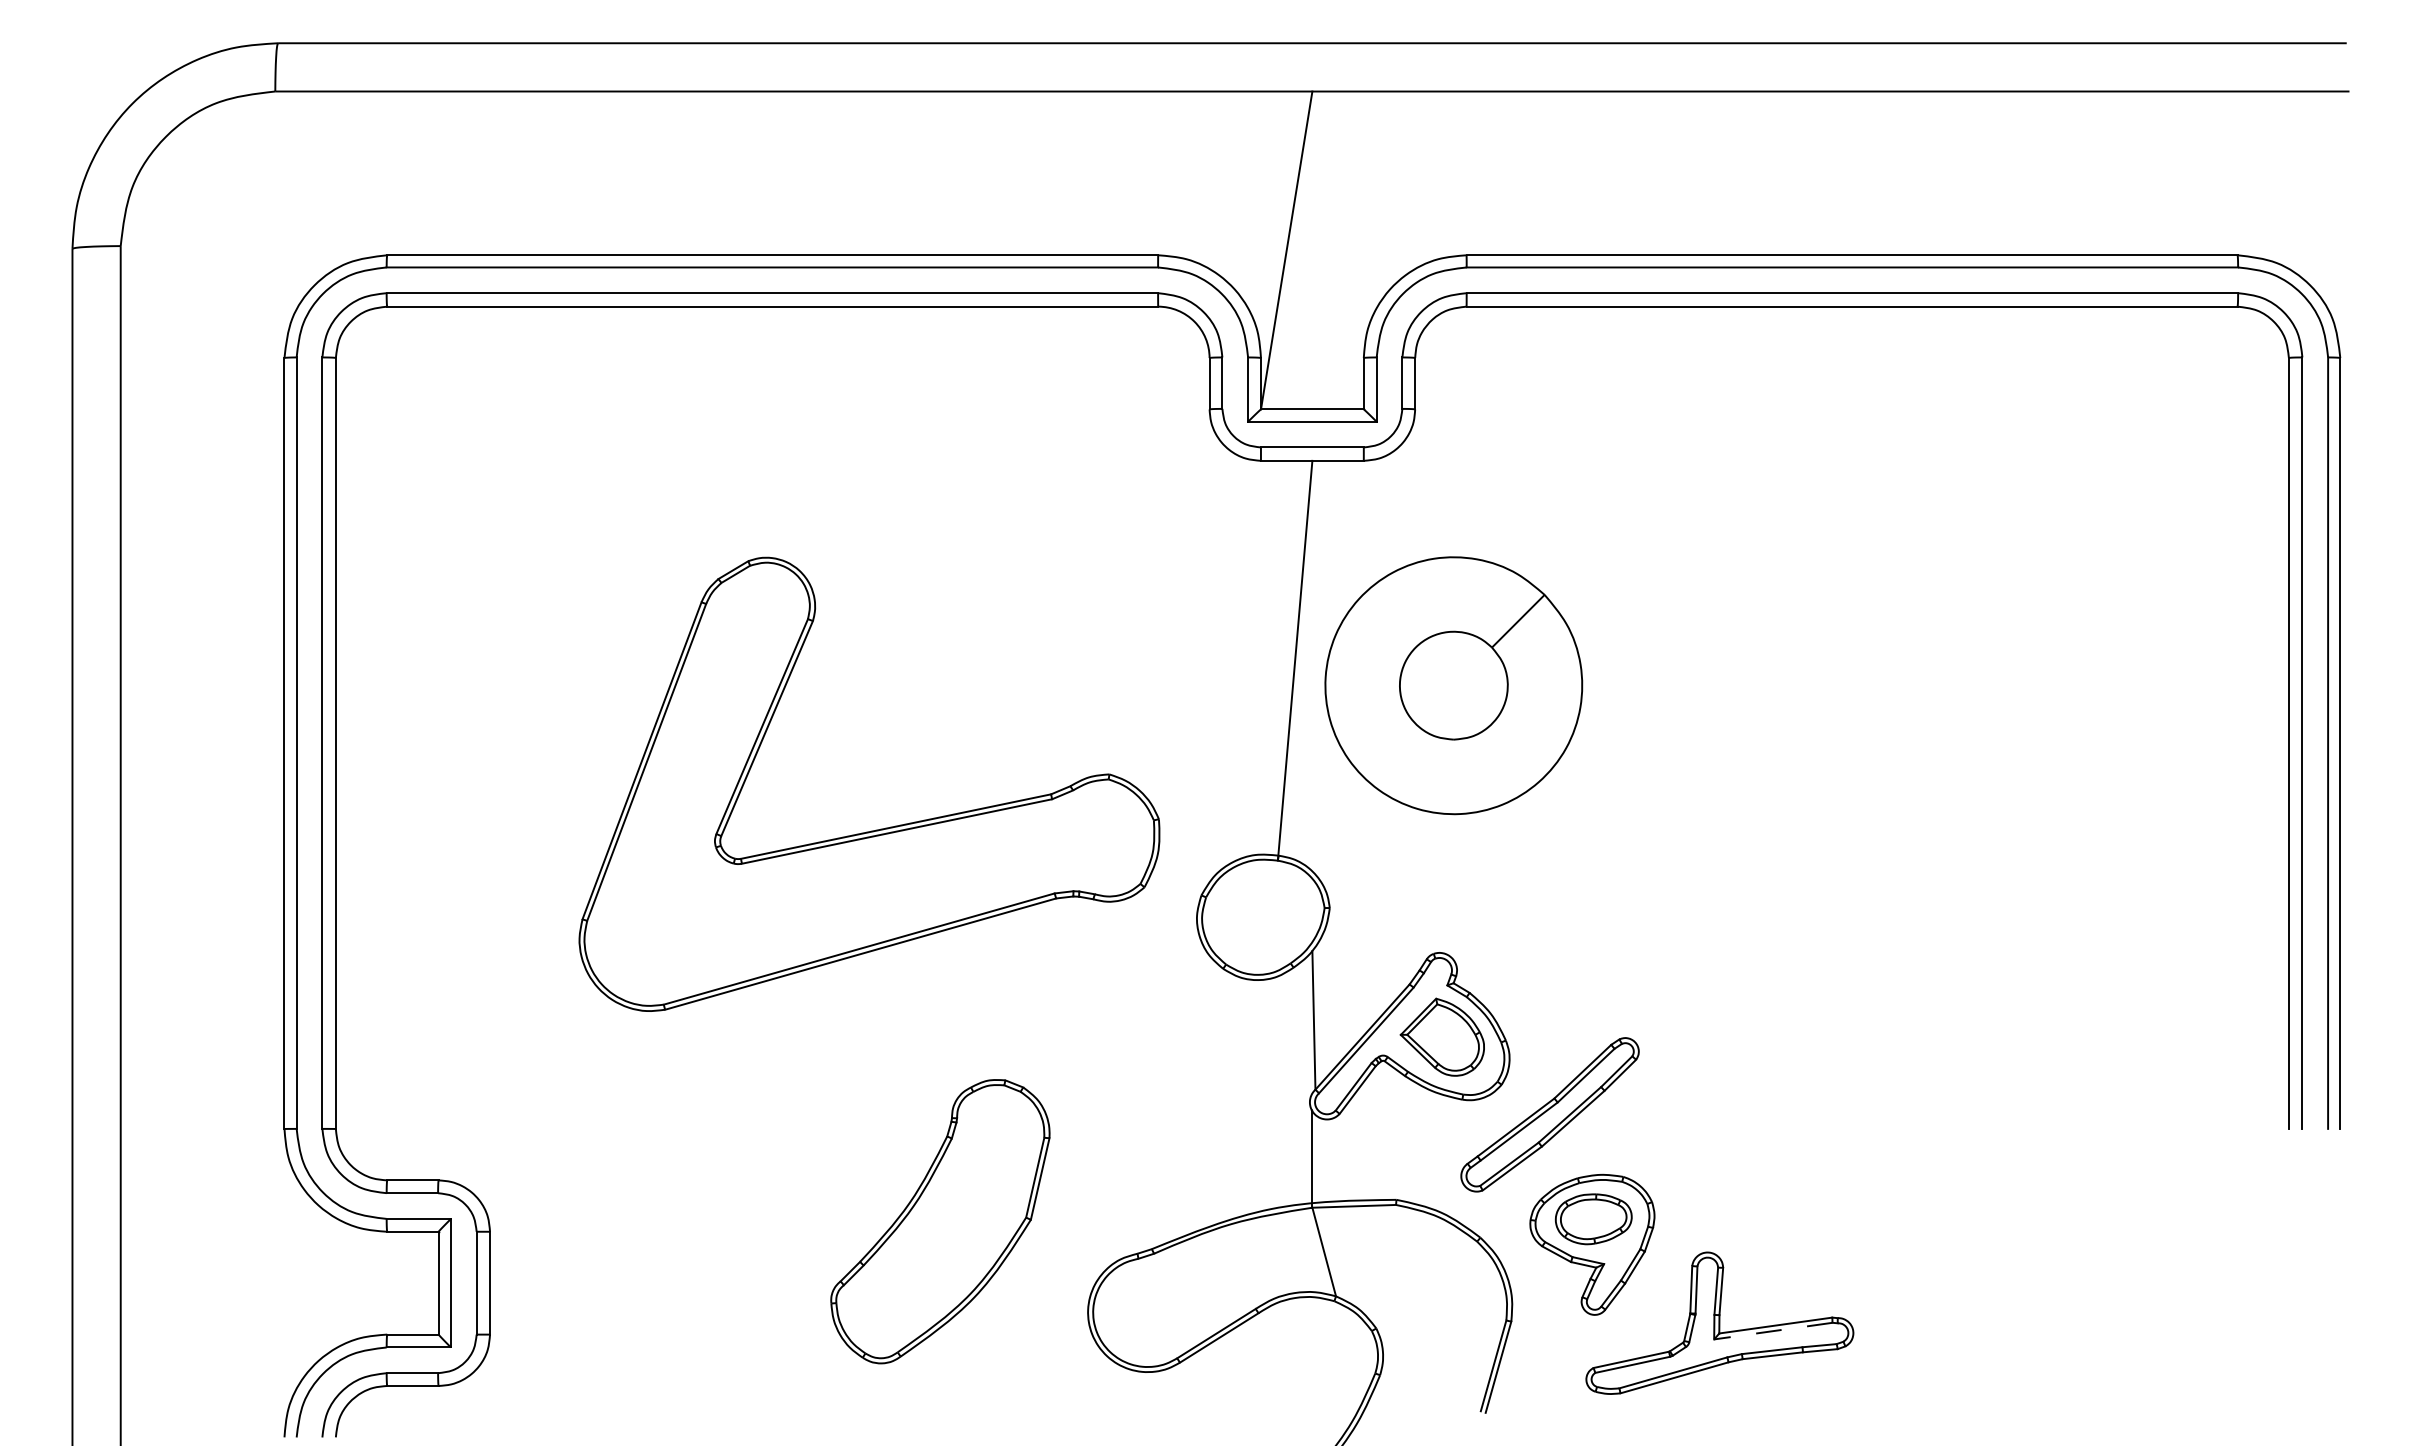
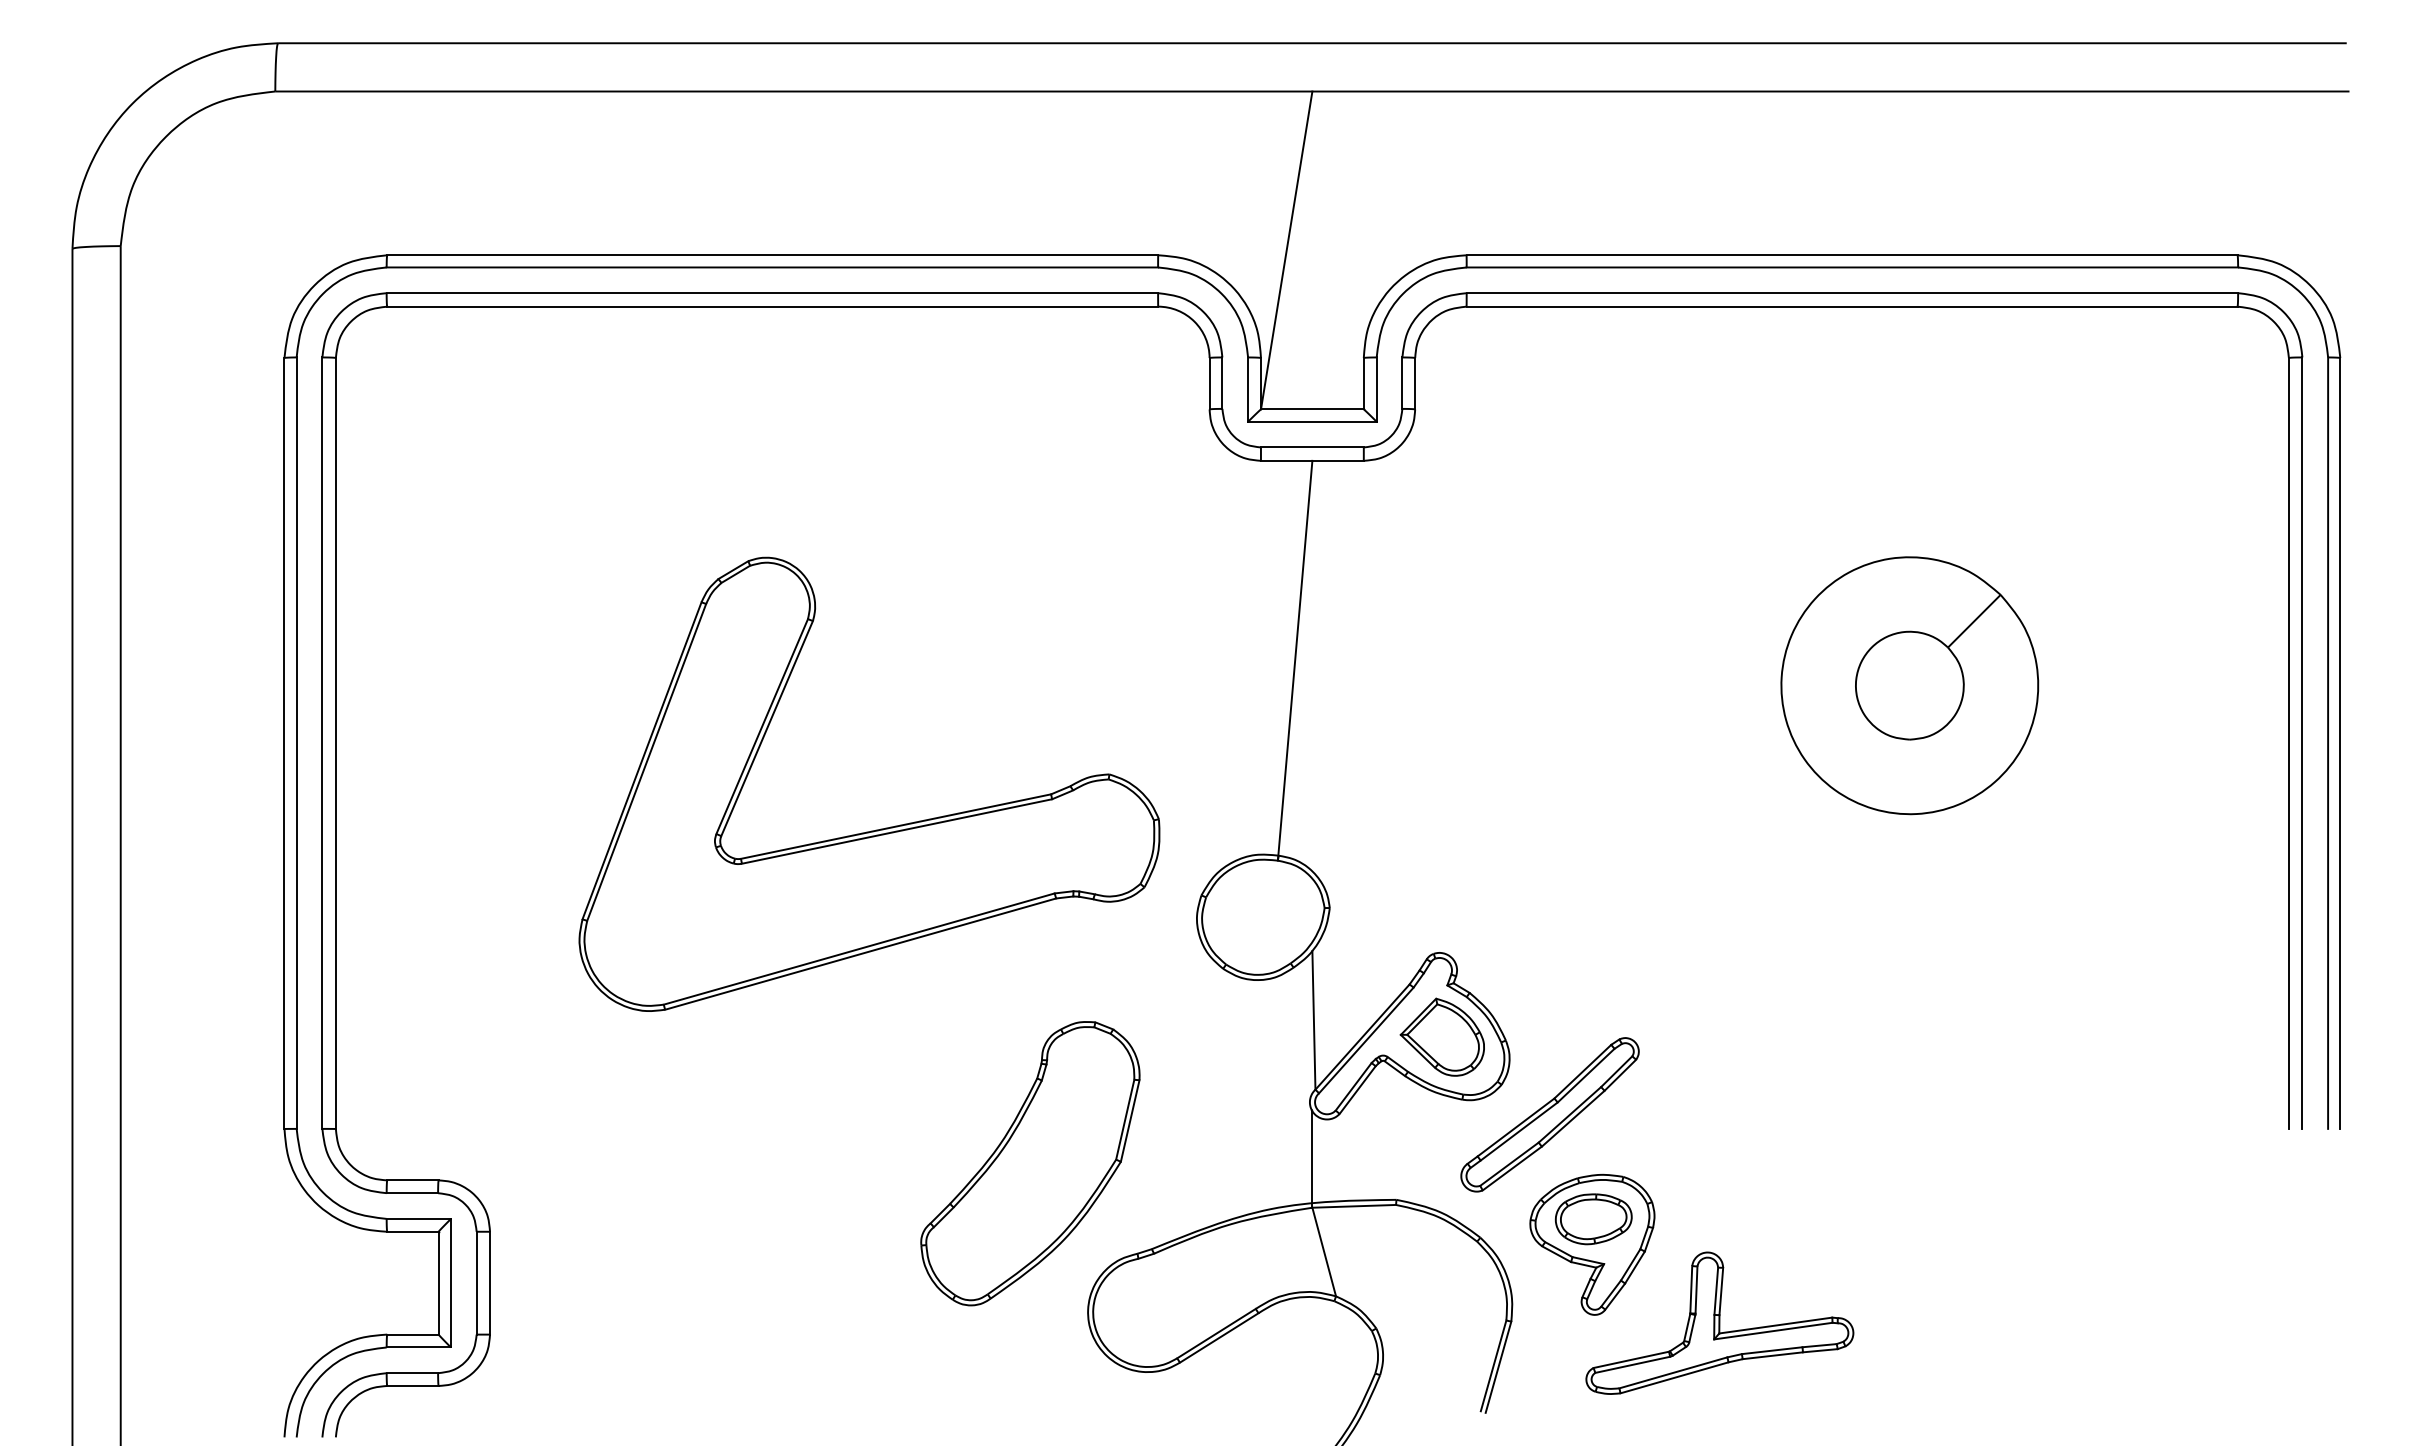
part at (1453, 685) position: (1453, 685) -> (1909, 685)
part at (940, 1221) position: (940, 1221) -> (1030, 1163)
line at (1773, 1331): dashed -> solid
